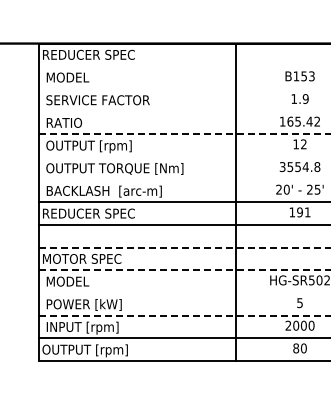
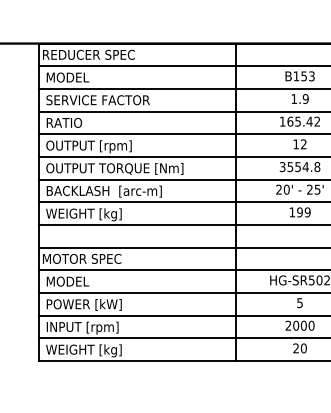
line at (183, 66): none -> present
line at (183, 88): none -> present
line at (183, 111): none -> present
line at (185, 134): dashed -> solid
line at (183, 156): none -> present
line at (183, 179): none -> present
text at (307, 212): 191 -> 199
text at (88, 214): REDUCER SPEC -> WEIGHT [kg]
line at (185, 247): dashed -> solid
line at (185, 270): dashed -> solid
line at (183, 292): none -> present
line at (185, 315): dashed -> solid
text at (296, 348): 80 -> 20
text at (84, 350): OUTPUT [rpm] -> WEIGHT [kg]
